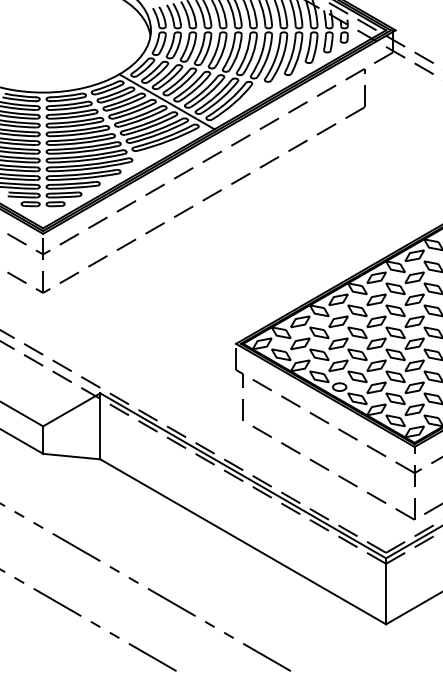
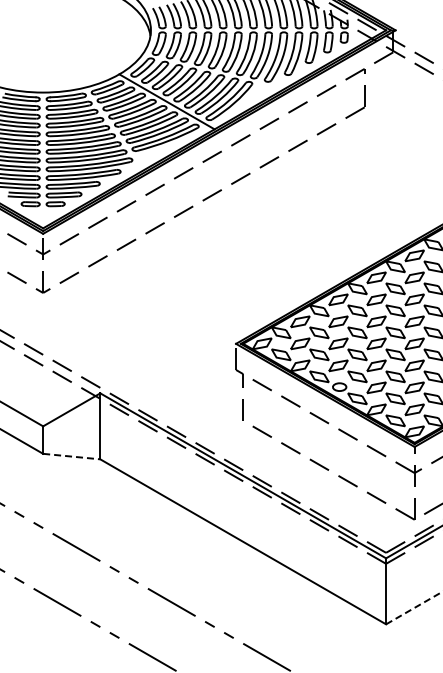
line at (71, 456): solid -> dashed
line at (414, 607): solid -> dashed
